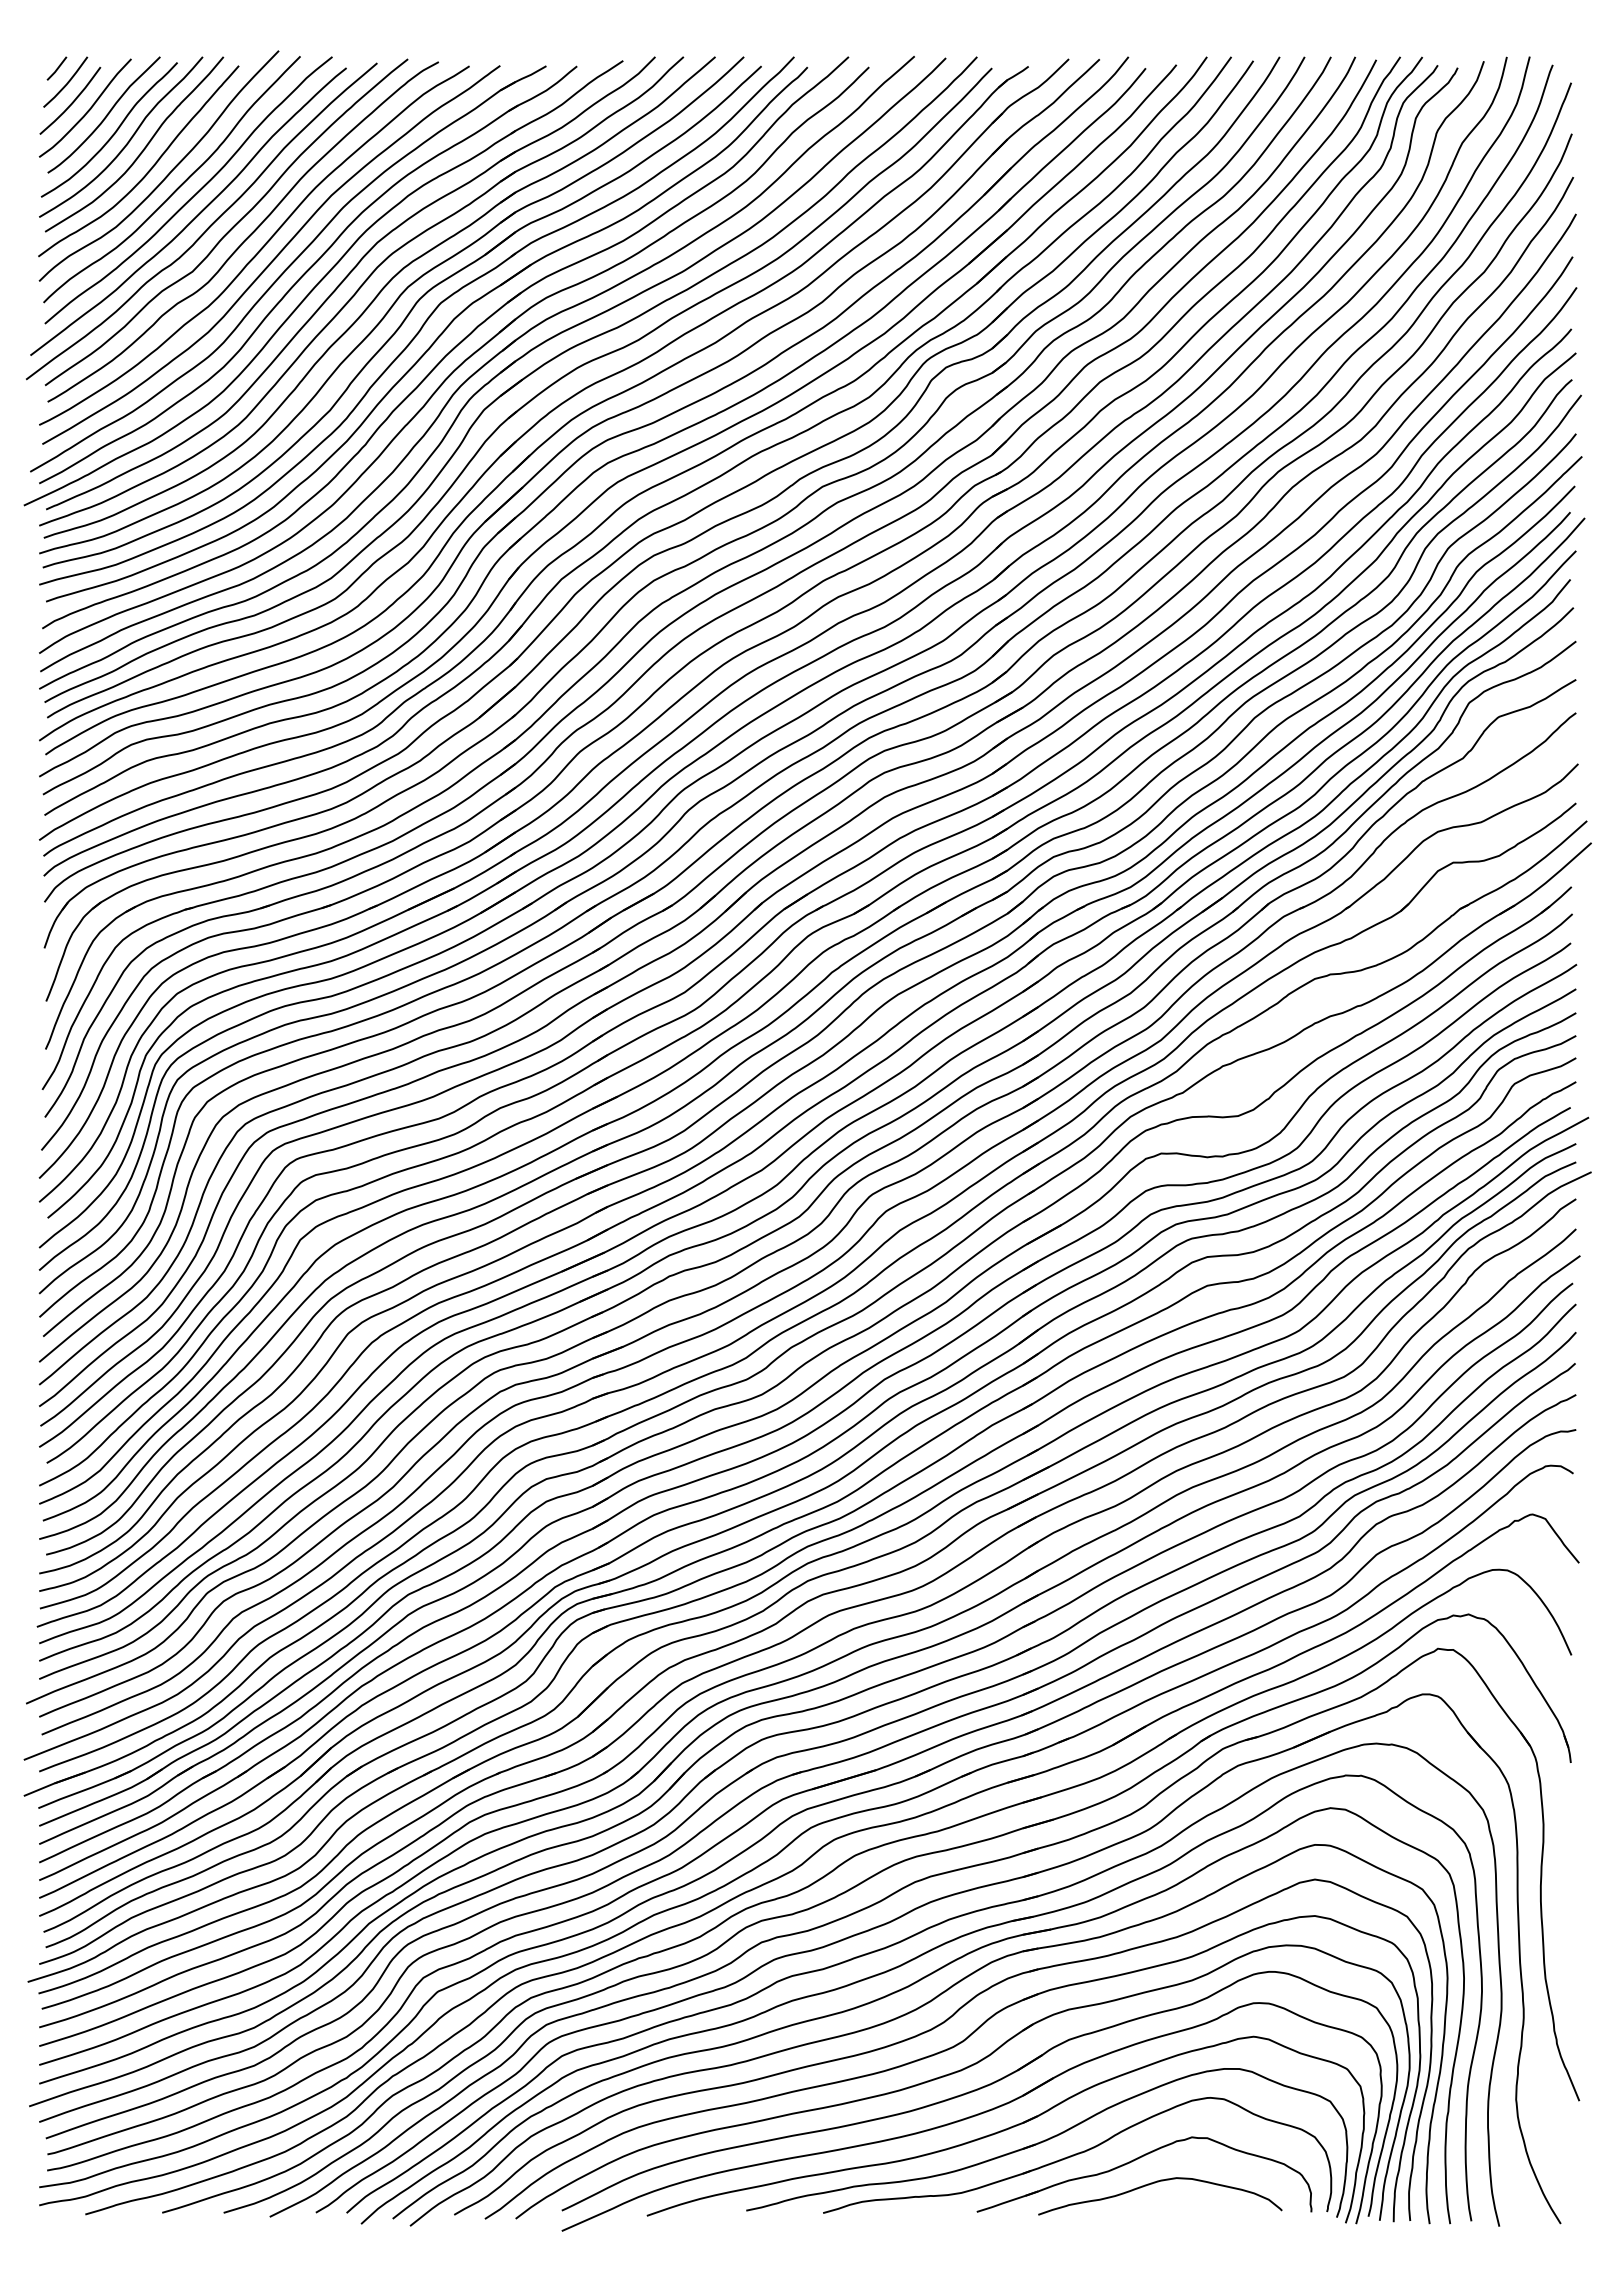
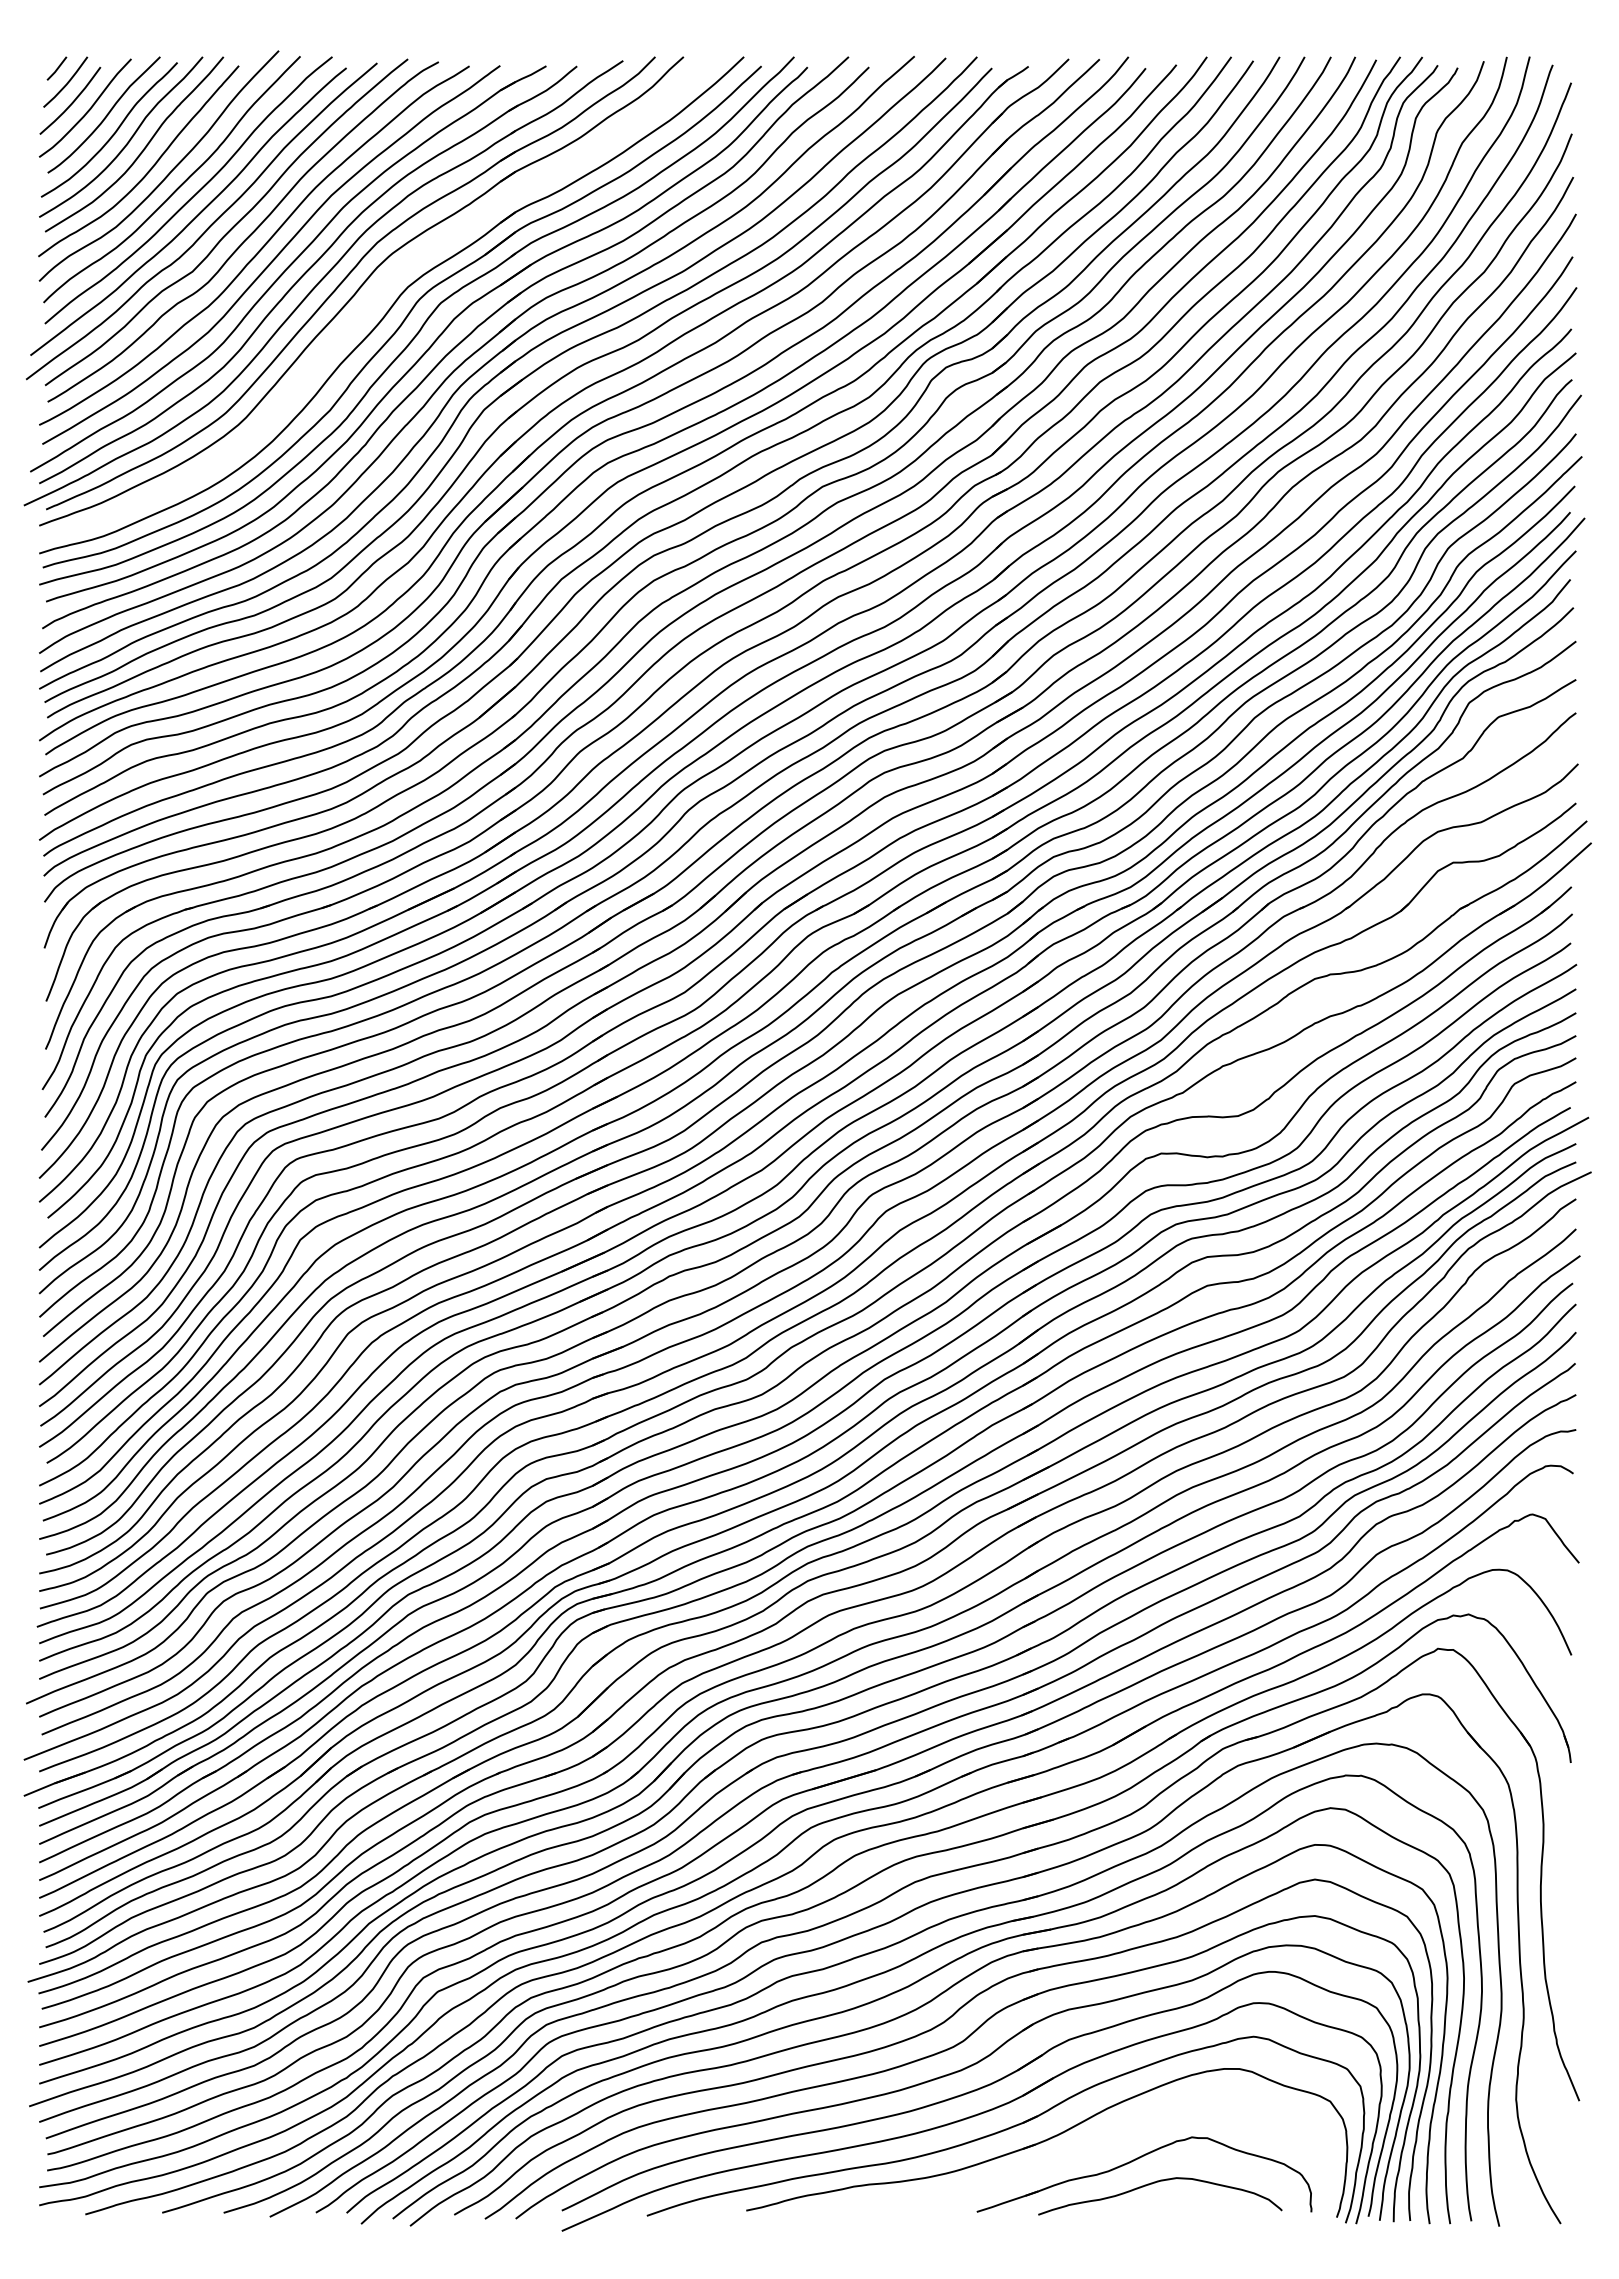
part at (379, 297): present -> none
part at (1077, 2155): present -> none
